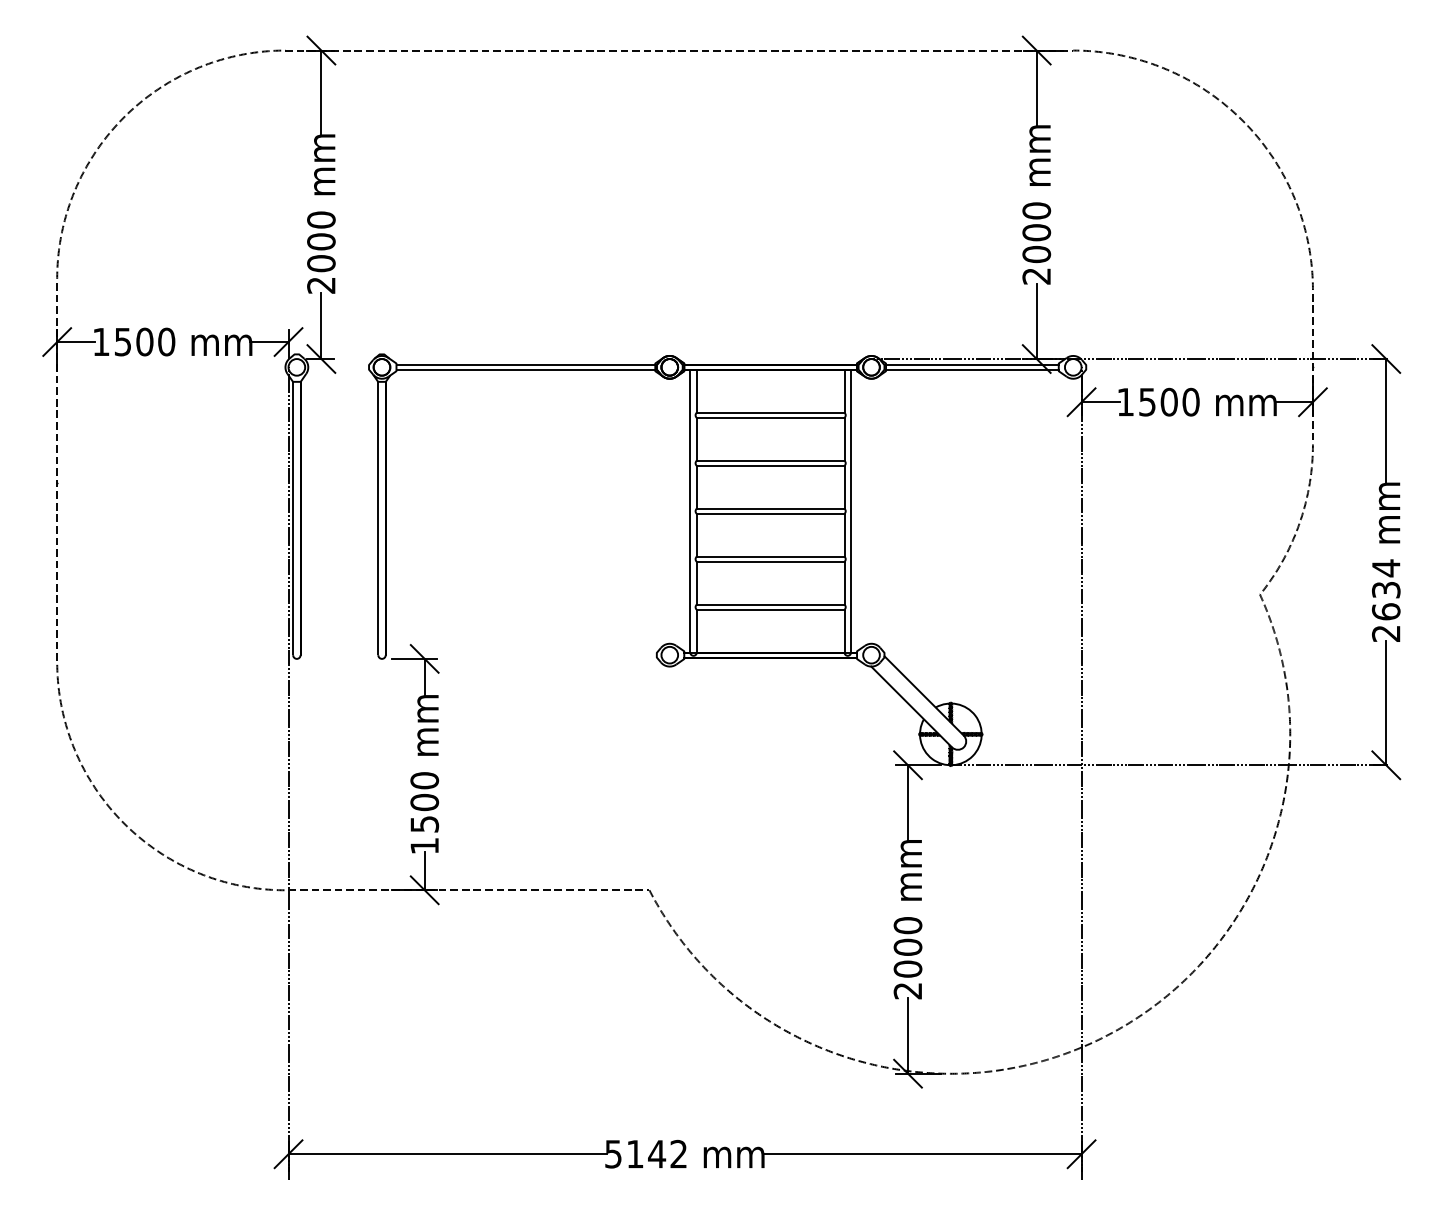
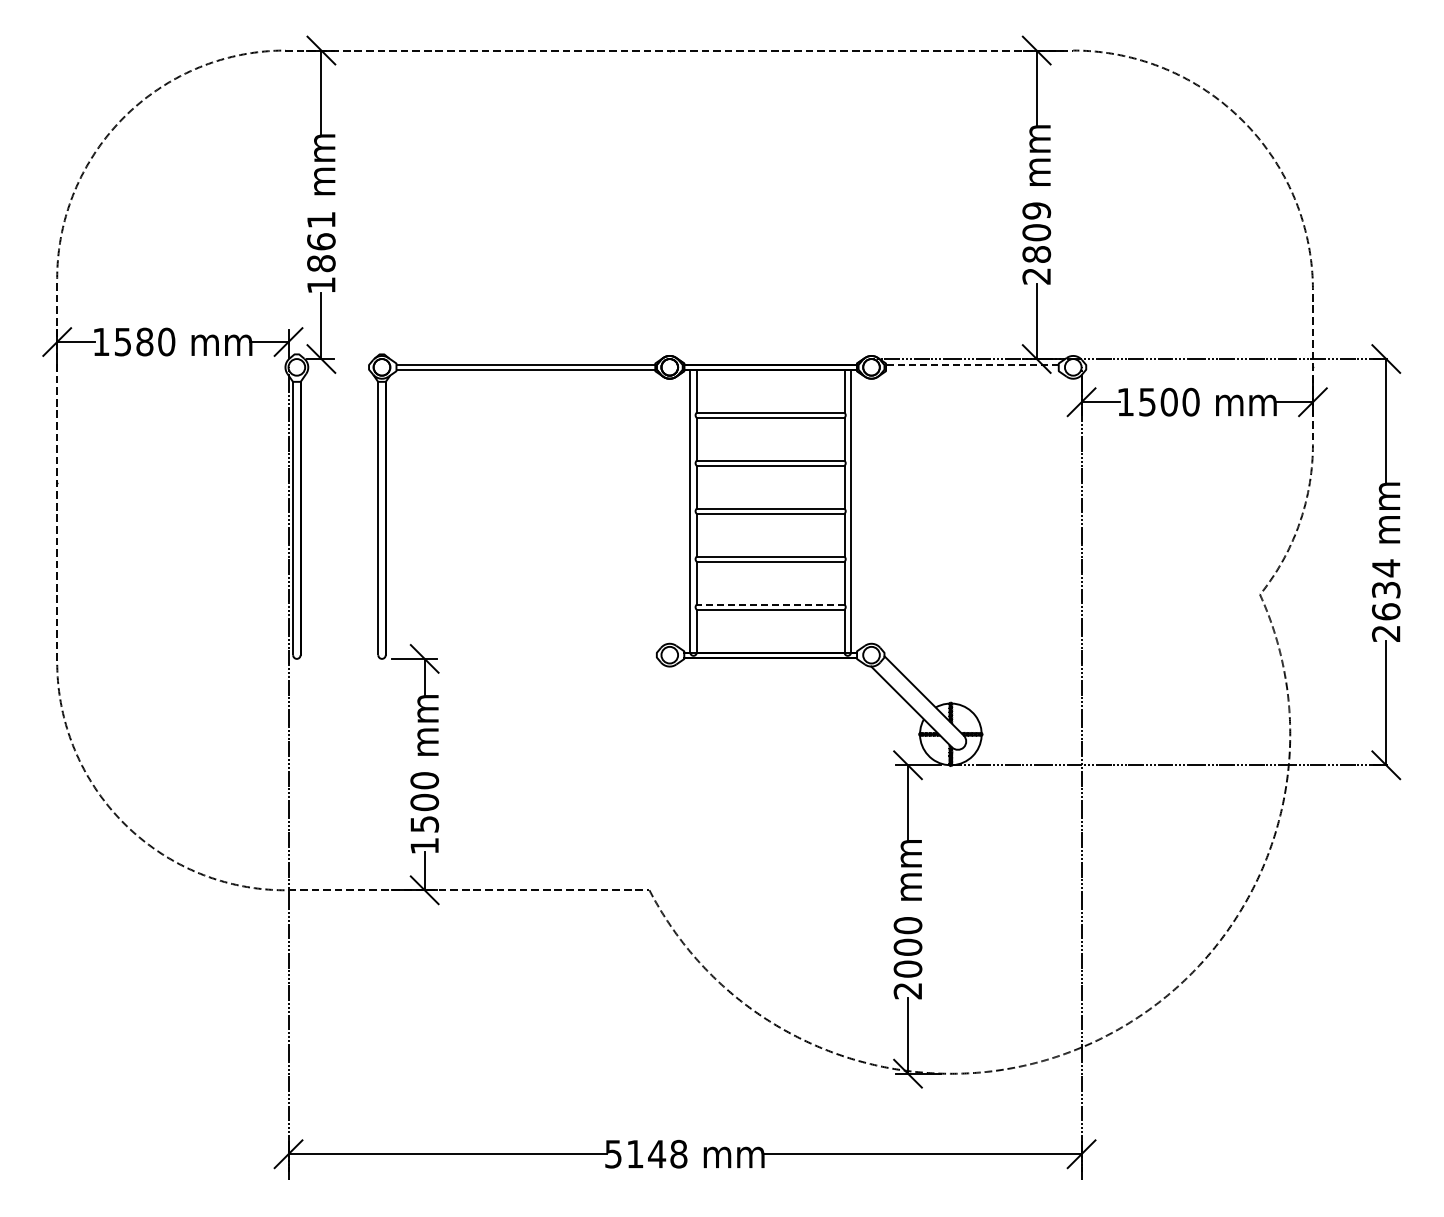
text at (1036, 232): 2000 -> 2809
text at (321, 252): 2000 -> 1861
text at (144, 342): 1500 -> 1580
line at (971, 364): solid -> dashed
line at (972, 369): present -> none
line at (770, 604): solid -> dashed
text at (678, 1154): 5142 -> 5148
